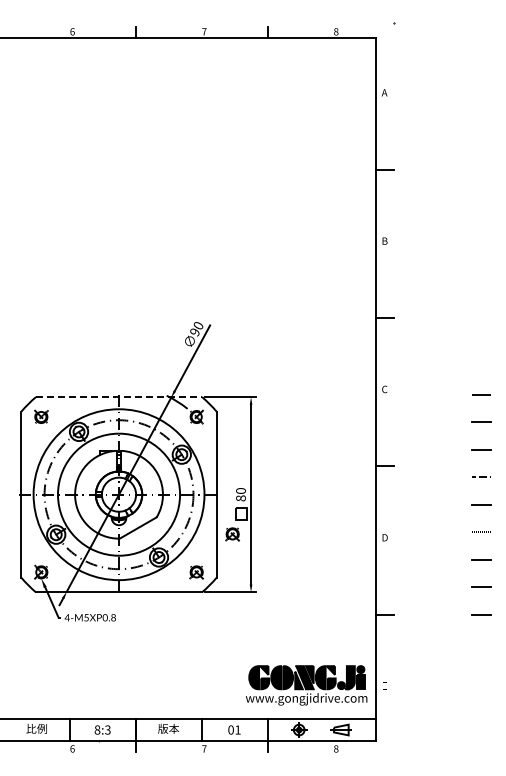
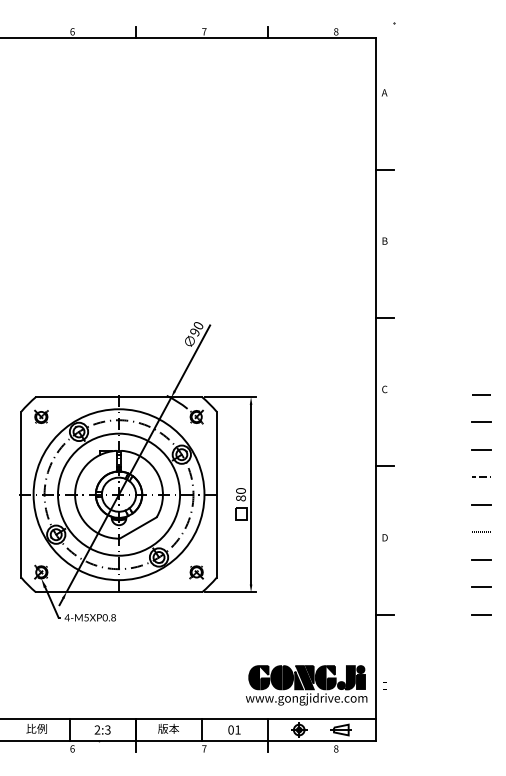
line at (119, 397): dashed -> solid
part at (232, 534): present -> none
text at (97, 729): 8:3 -> 2:3
